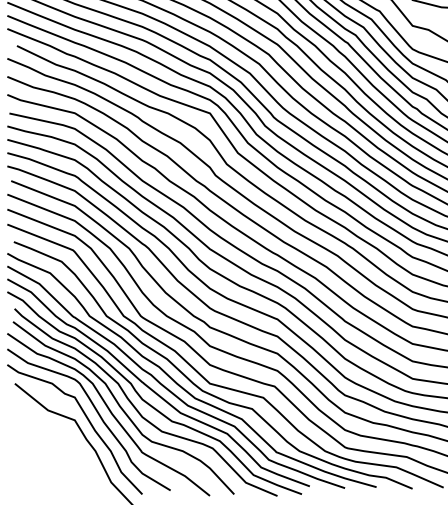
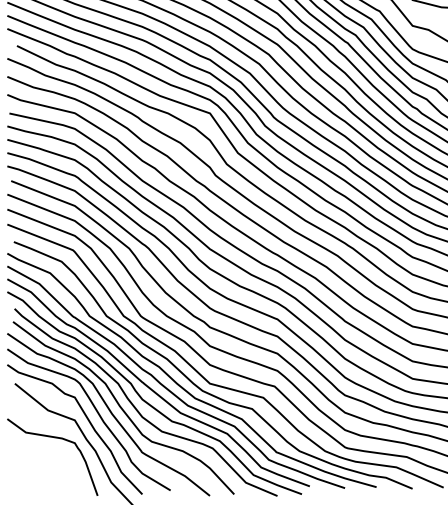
curve at (54, 438): none -> present
